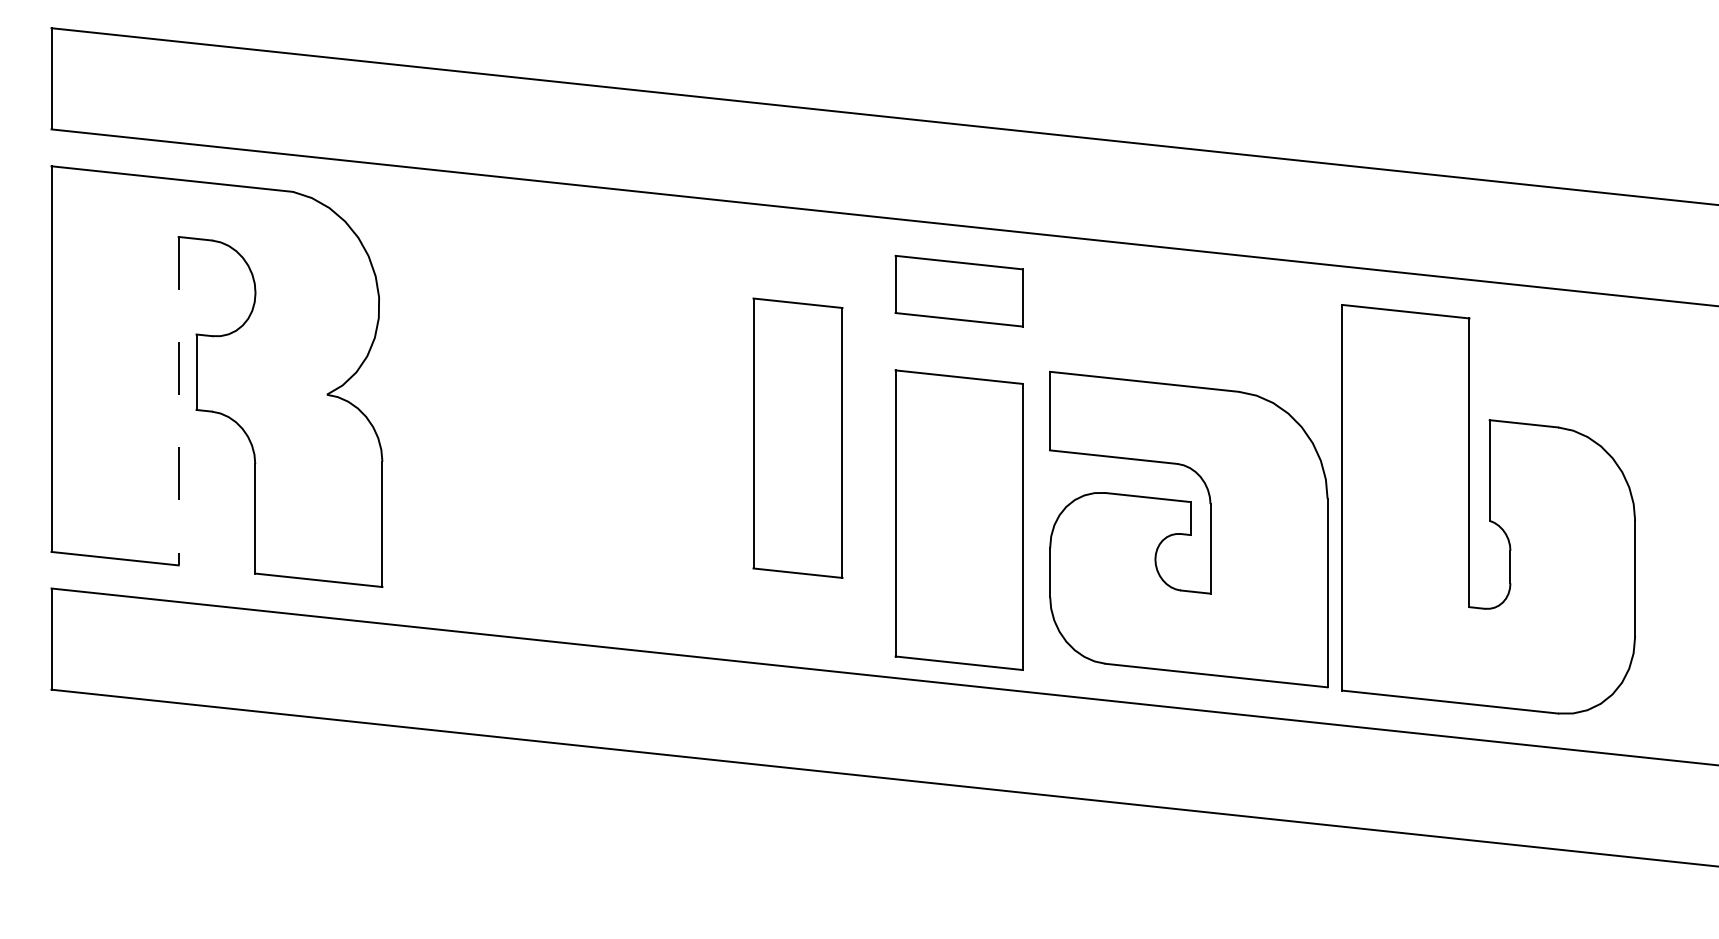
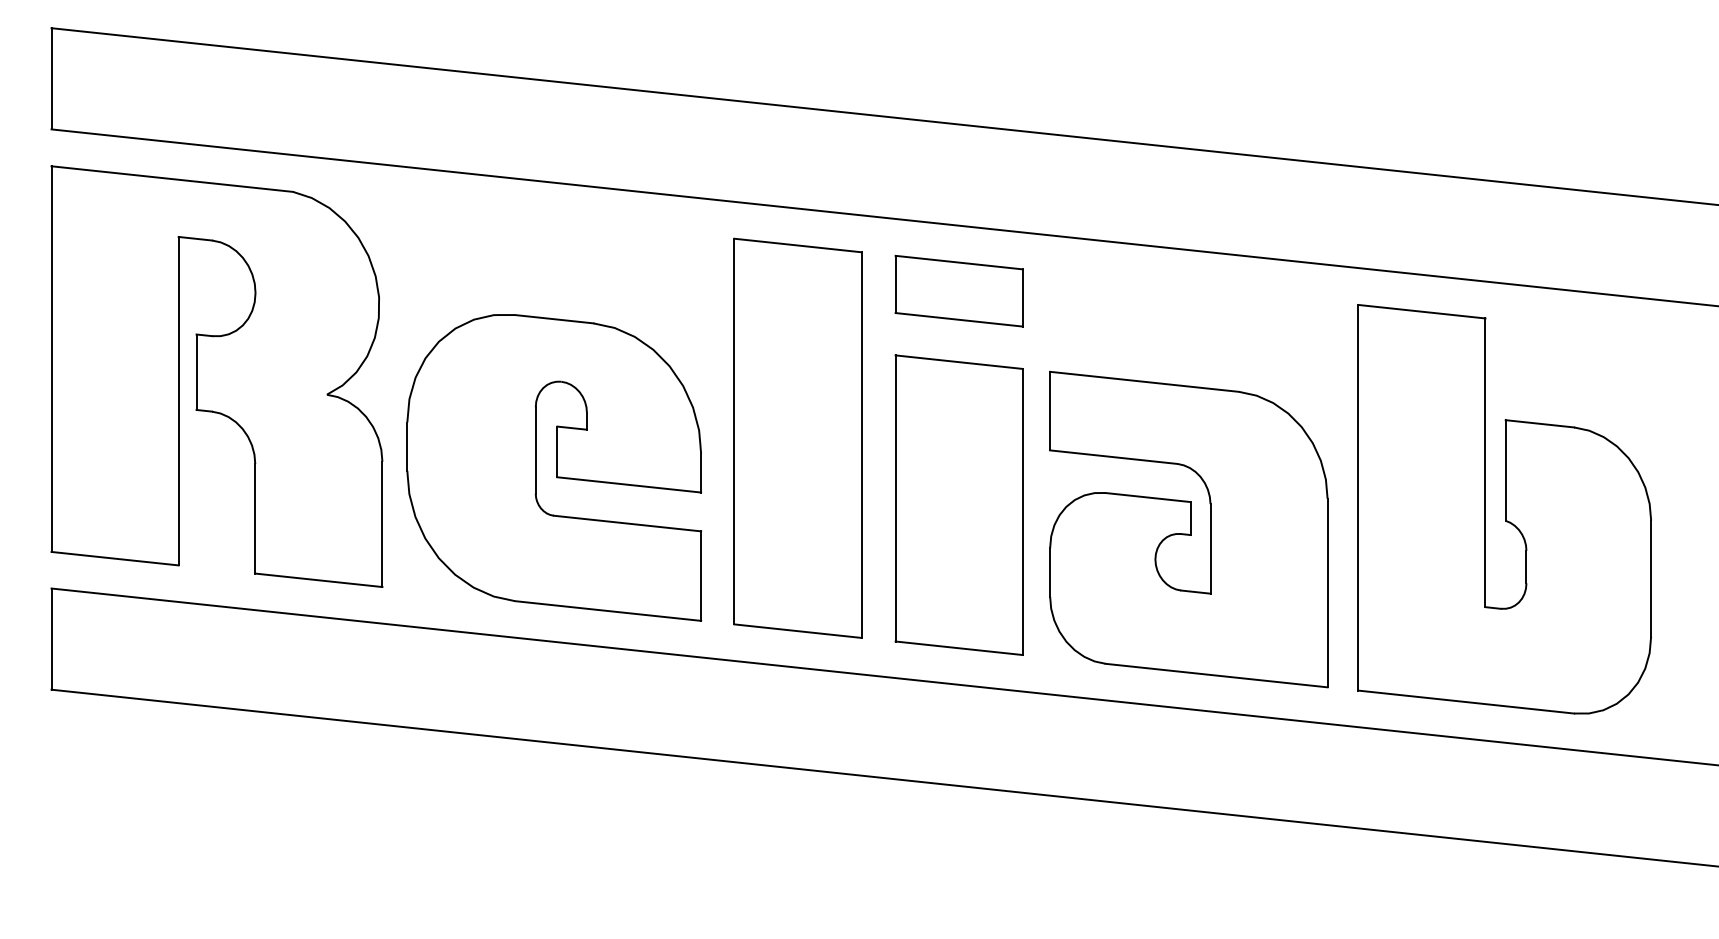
line at (178, 401): dashed -> solid
part at (797, 437) size: 92x282 px -> 130x402 px
part at (554, 467): none -> present
part at (1488, 509) position: (1488, 509) -> (1504, 509)
part at (958, 519) position: (958, 519) -> (958, 504)
